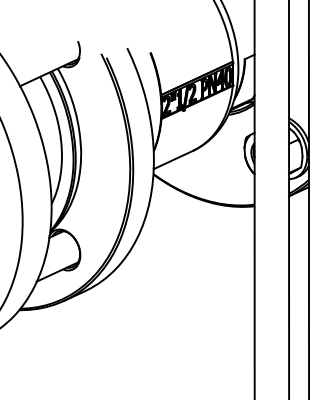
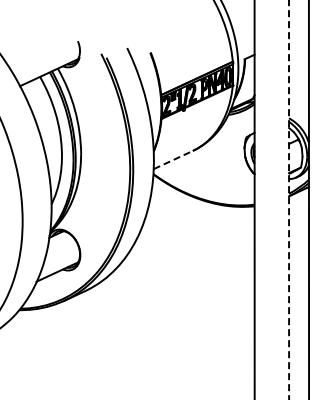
line at (173, 160): solid -> dashed
line at (289, 199): solid -> dashed
